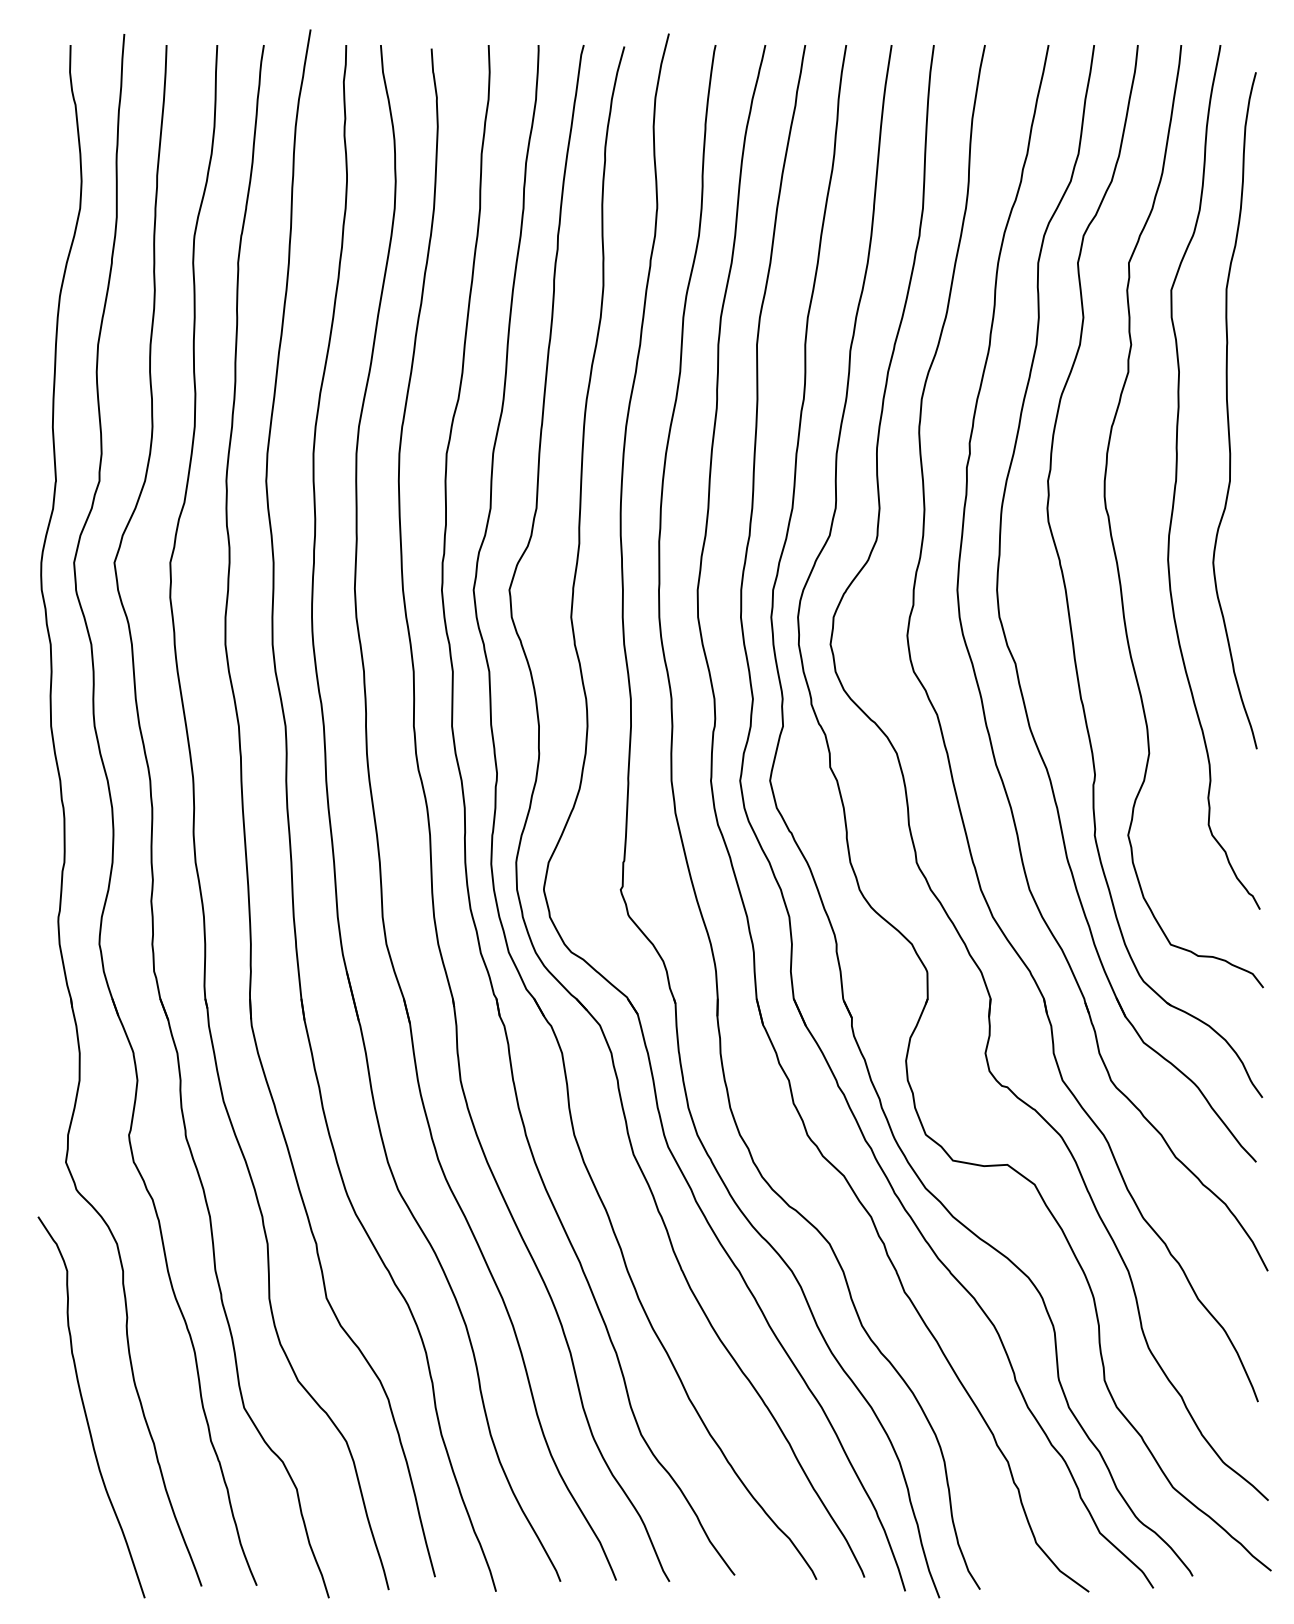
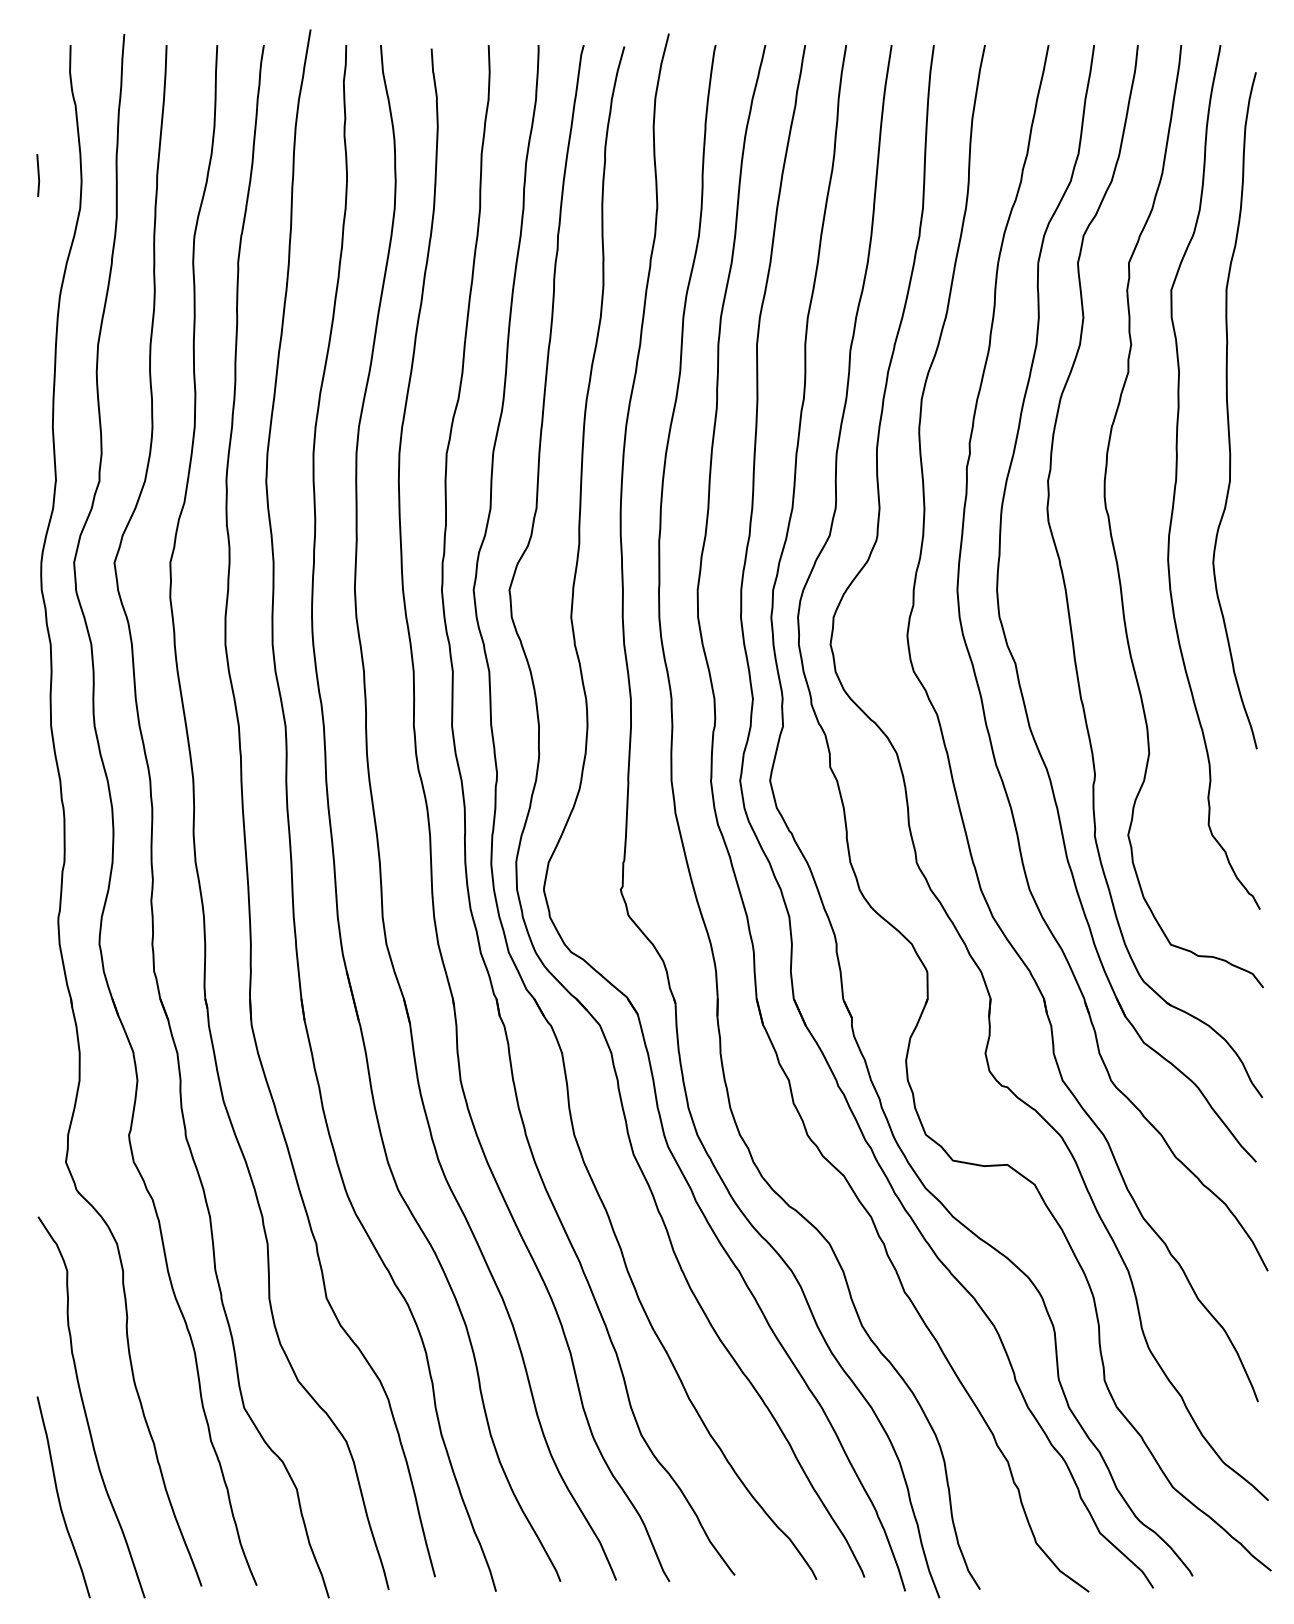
line at (38, 175): none -> present
curve at (59, 1497): none -> present
